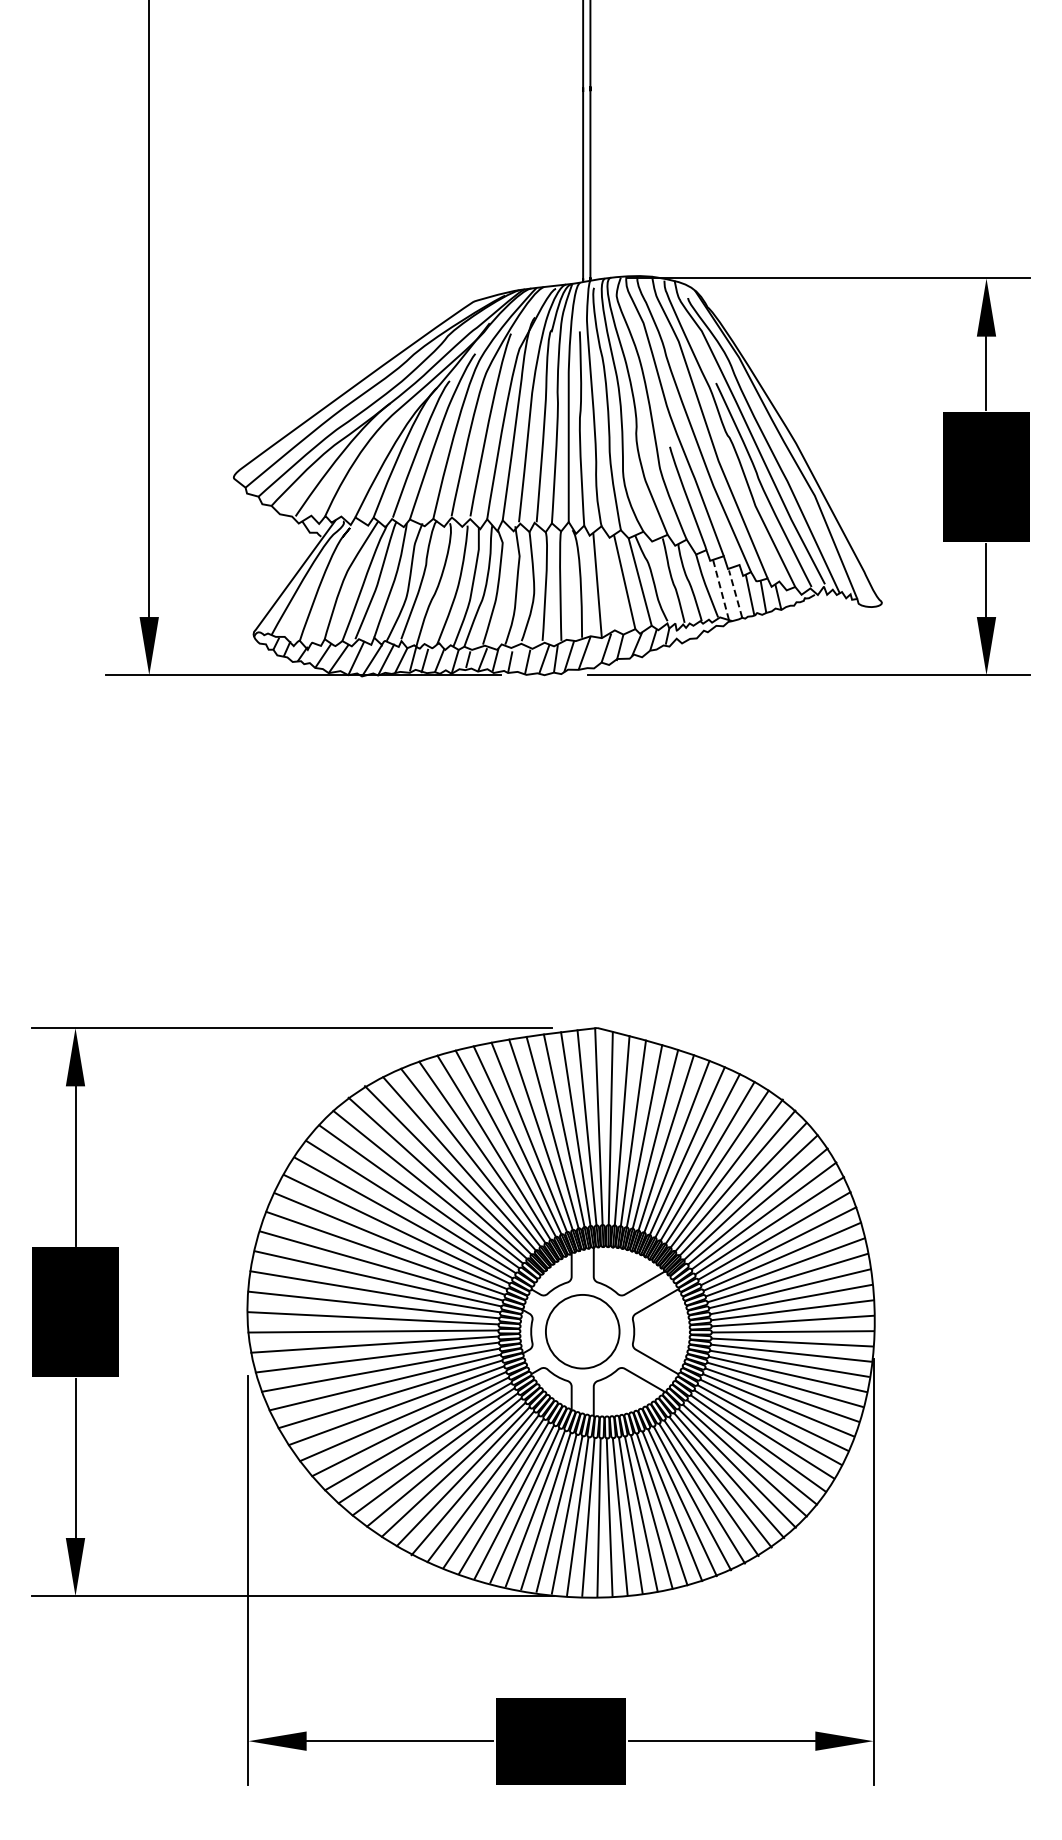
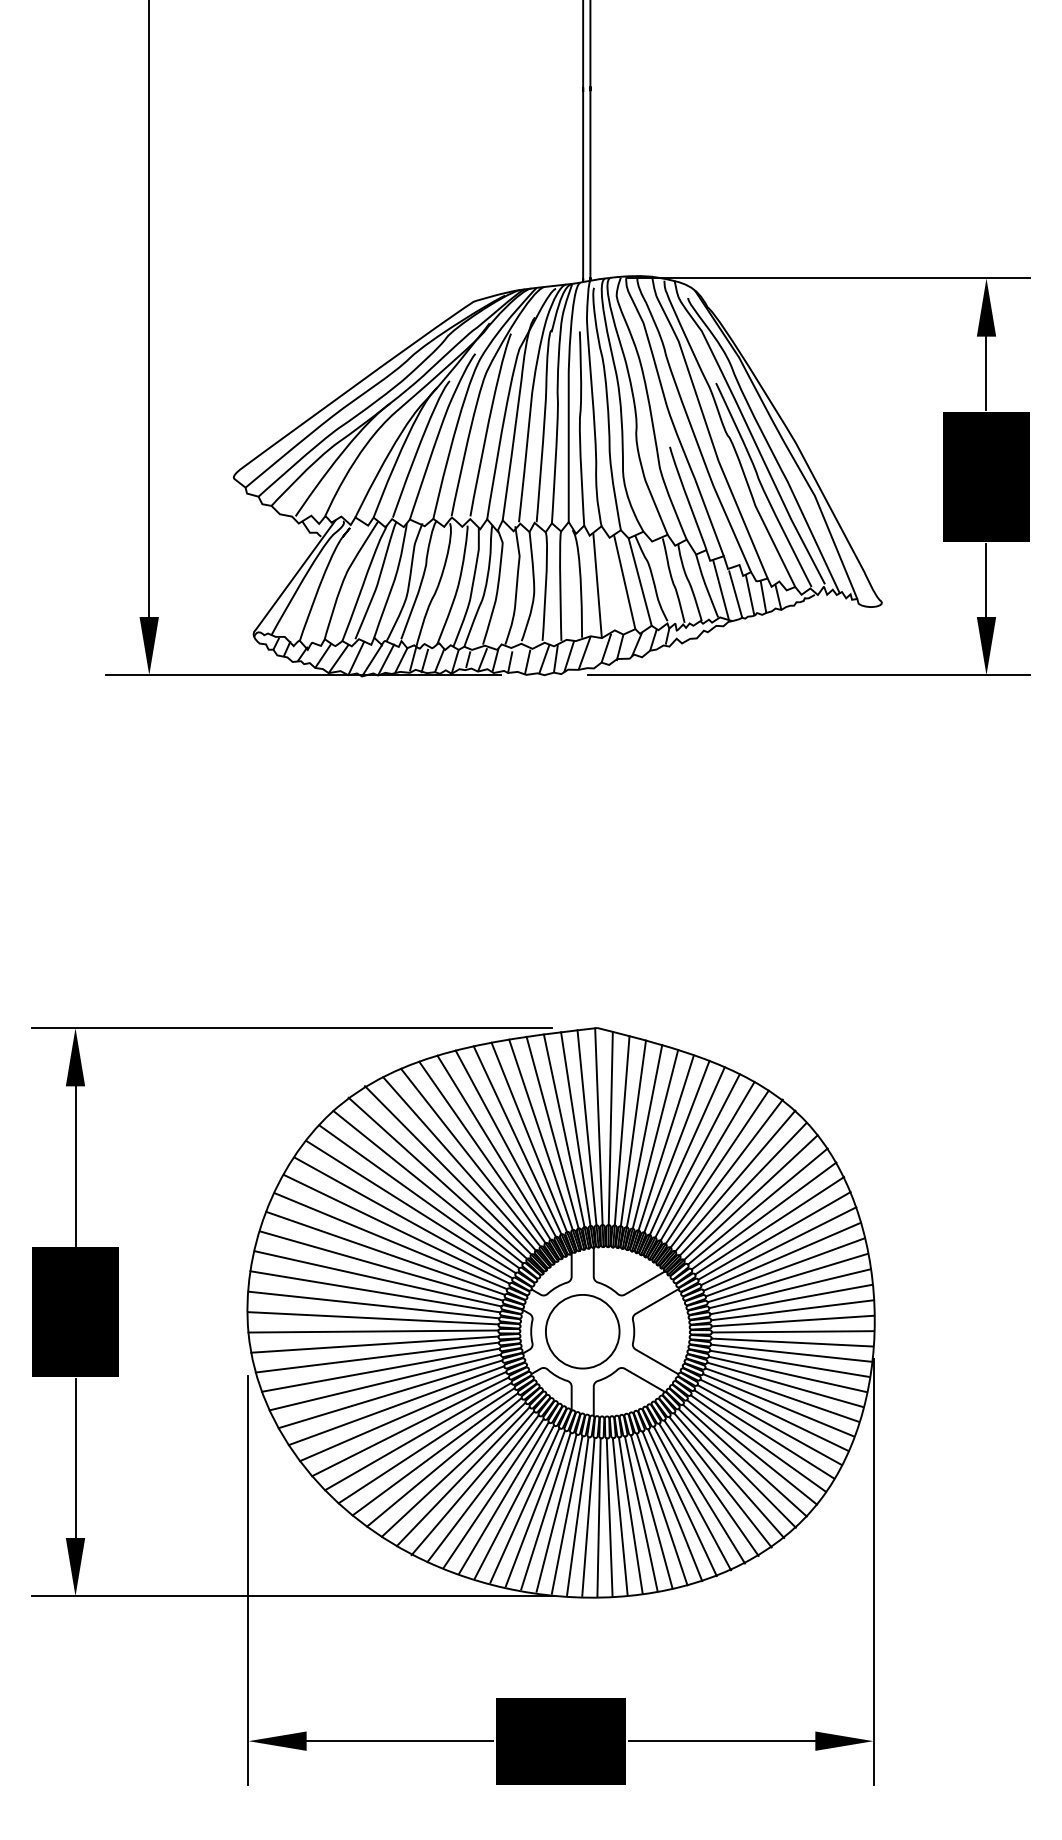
line at (720, 589): dashed -> solid
line at (735, 594): dashed -> solid
